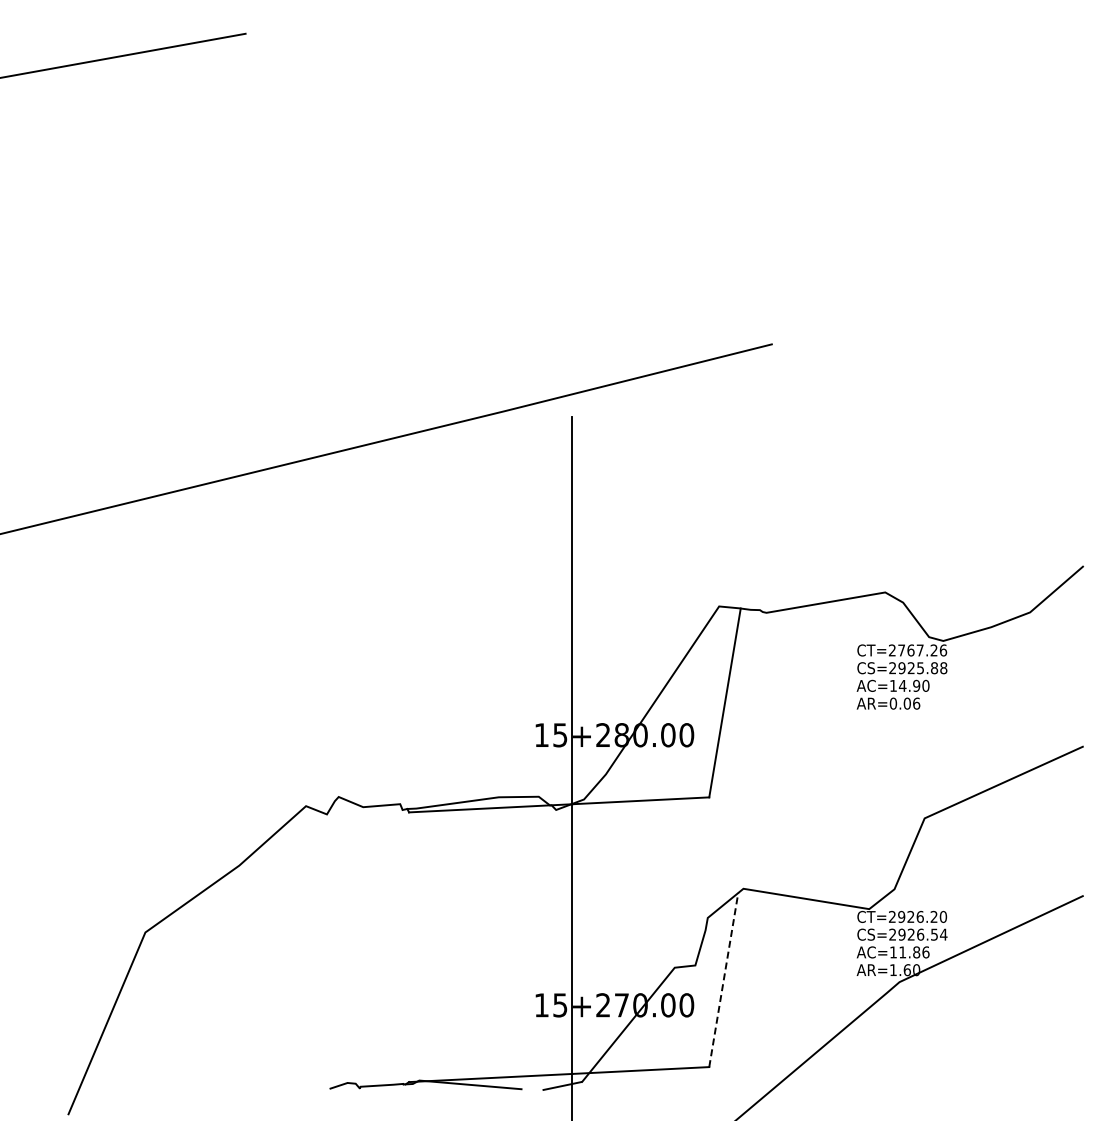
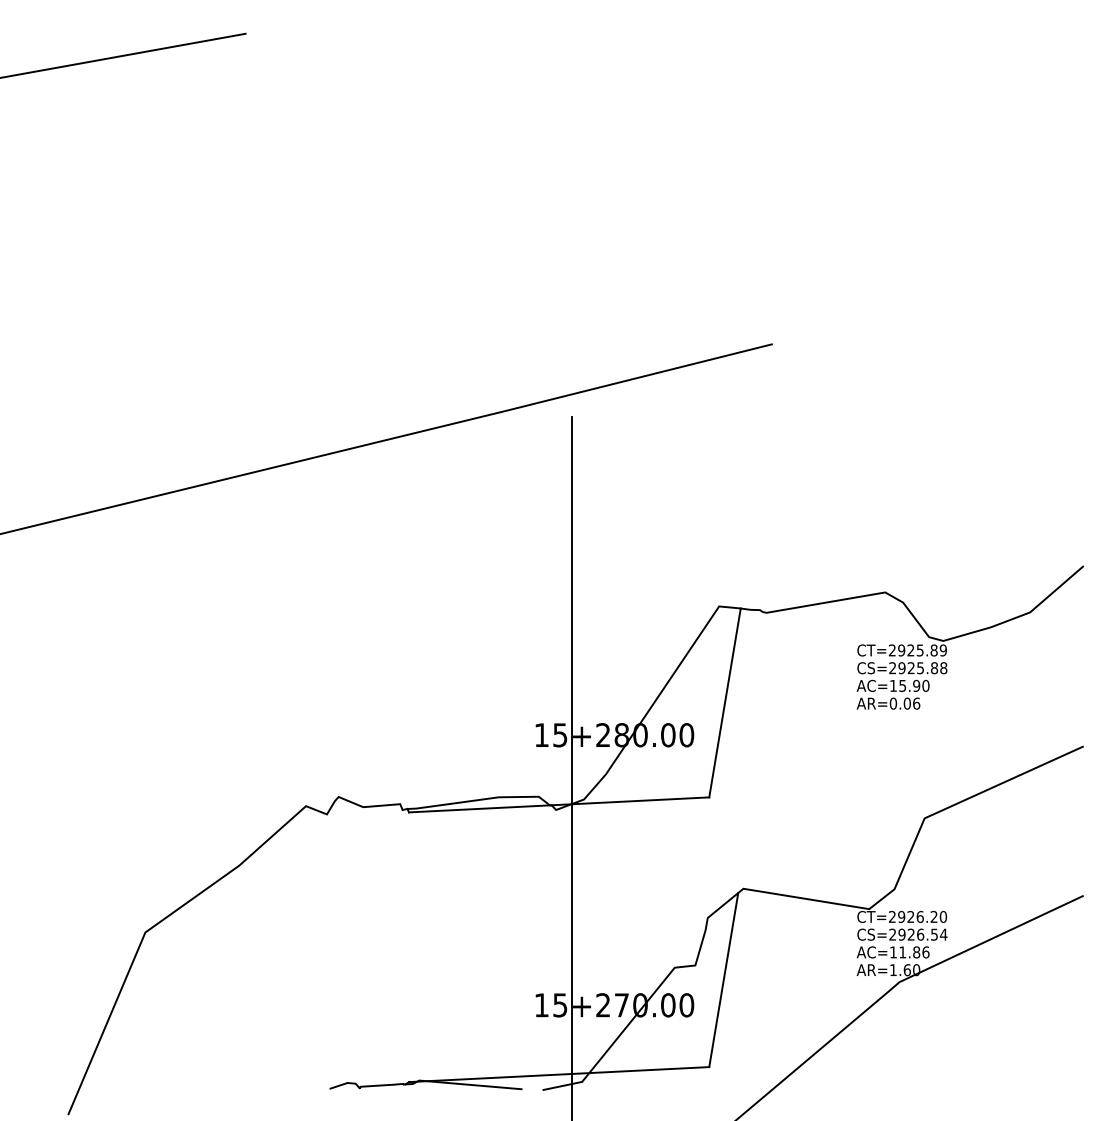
text at (922, 650): CT=2767.26 -> CT=2925.89
text at (902, 685): AC=14.90 -> AC=15.90
line at (723, 979): dashed -> solid
